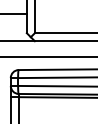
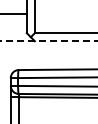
line at (49, 41): solid -> dashed
line at (48, 57): present -> none
